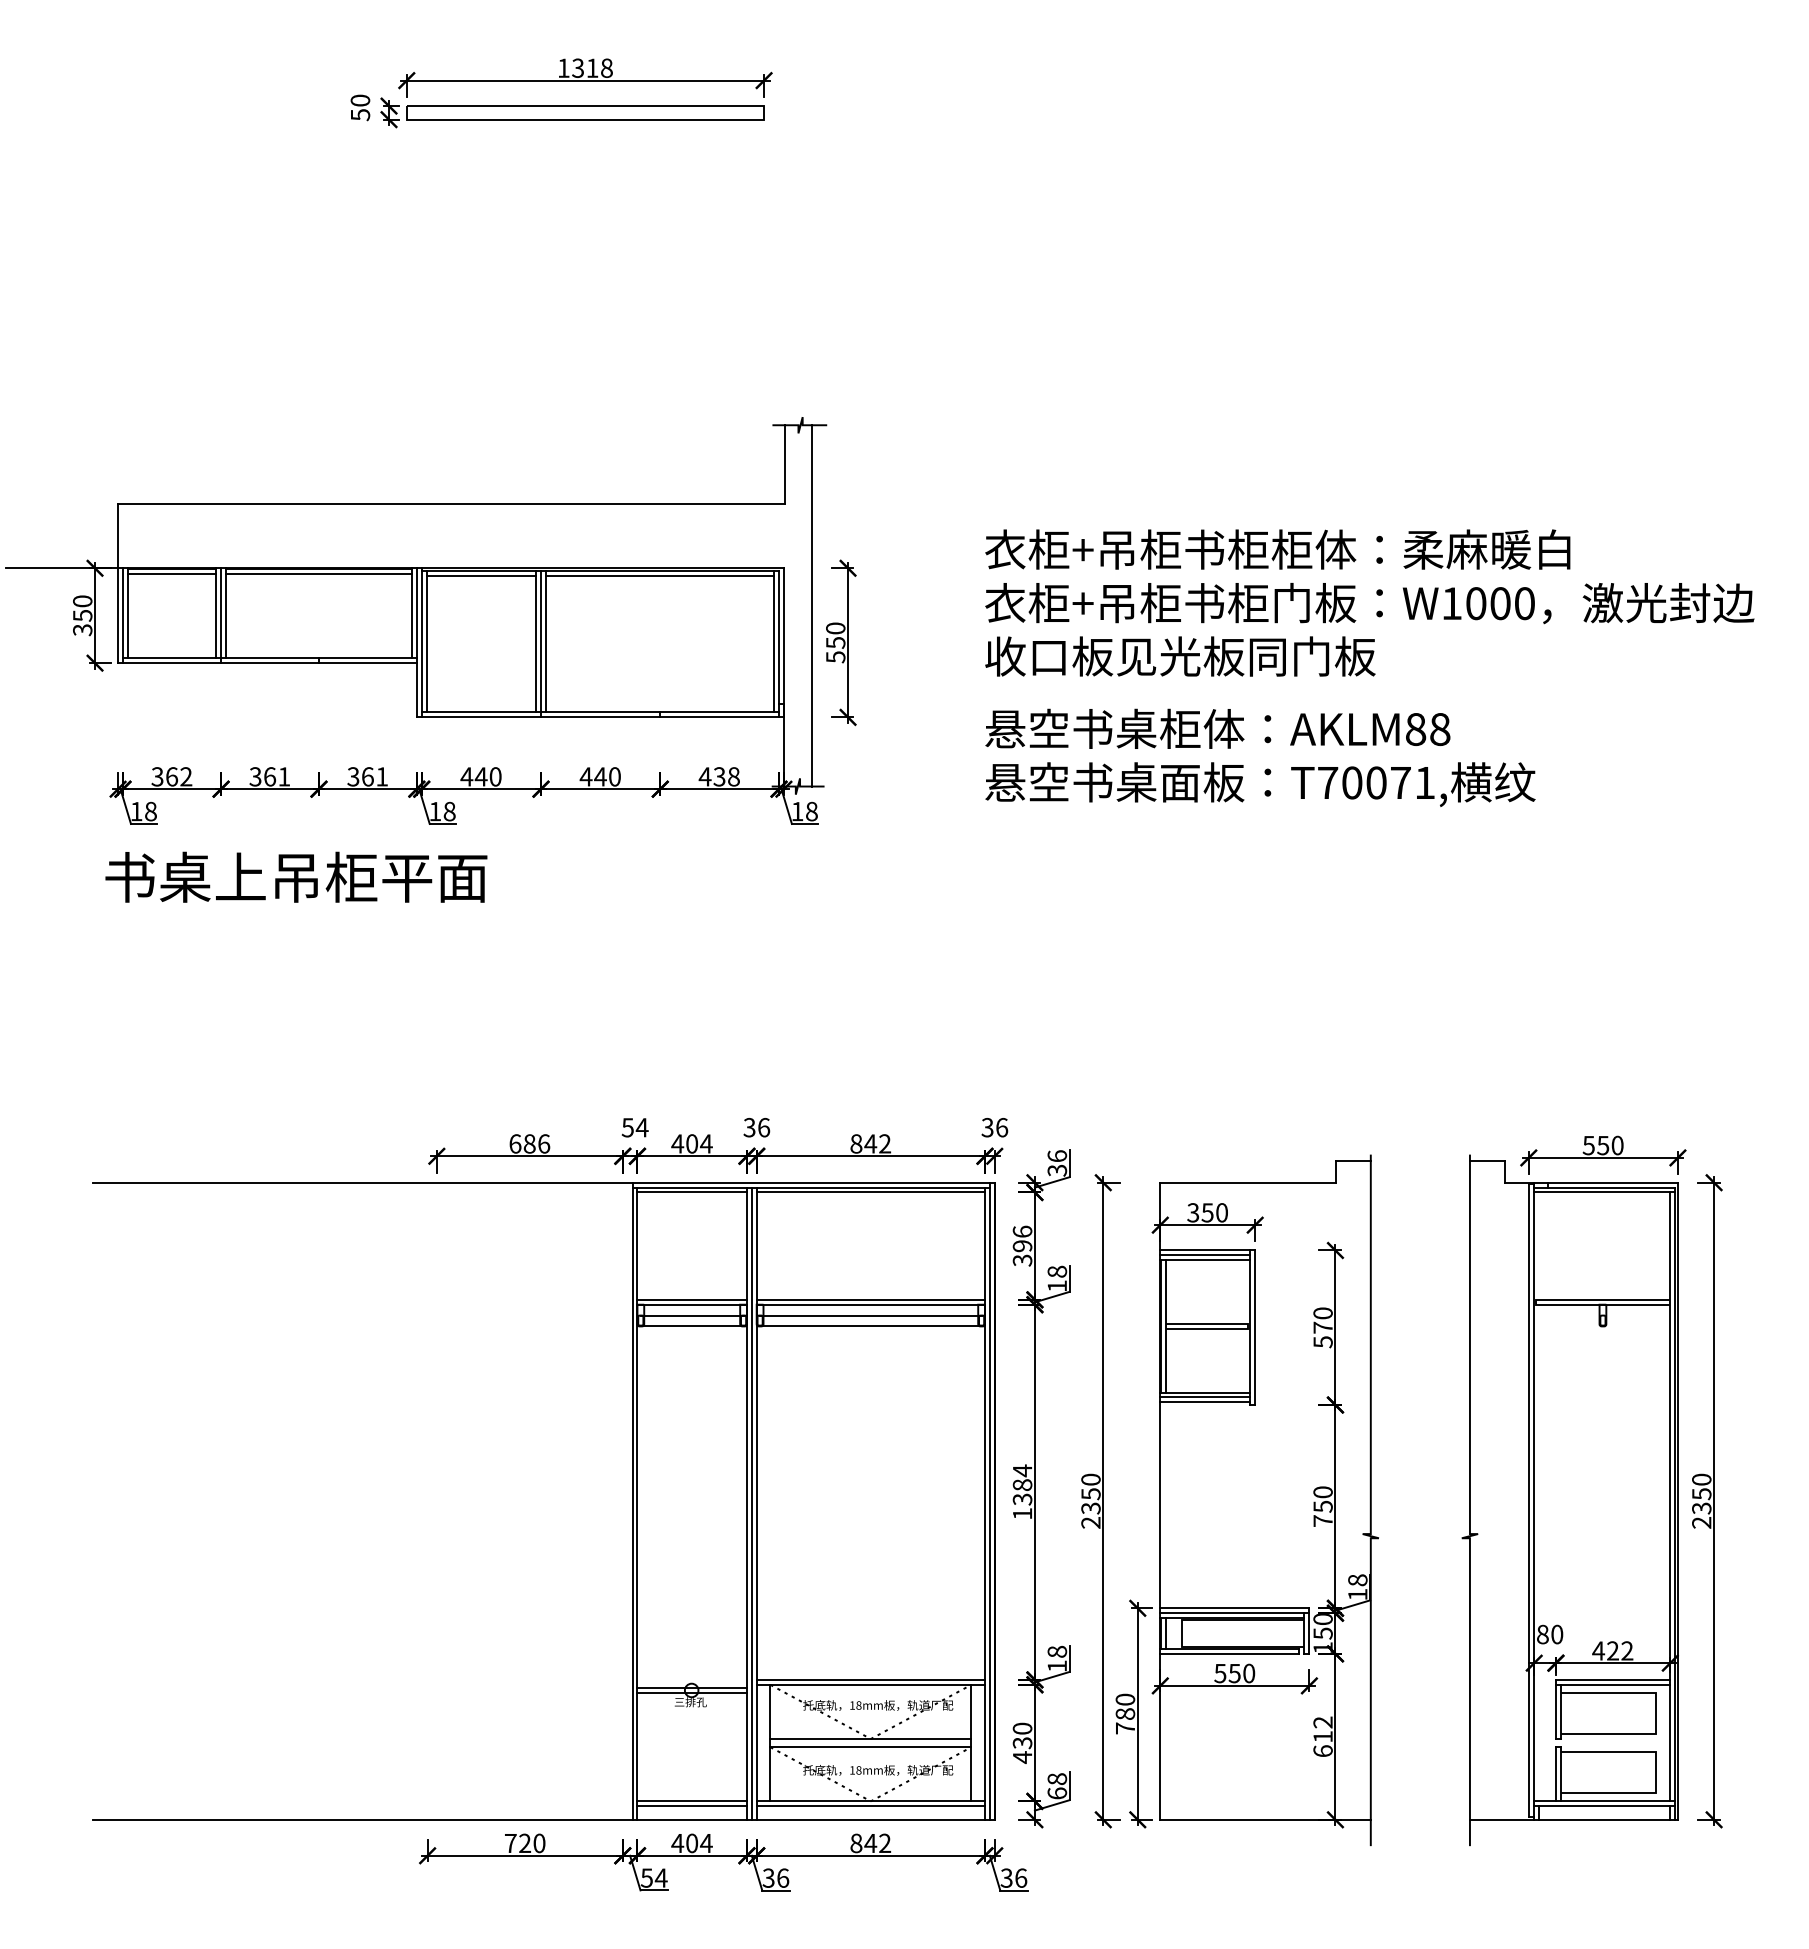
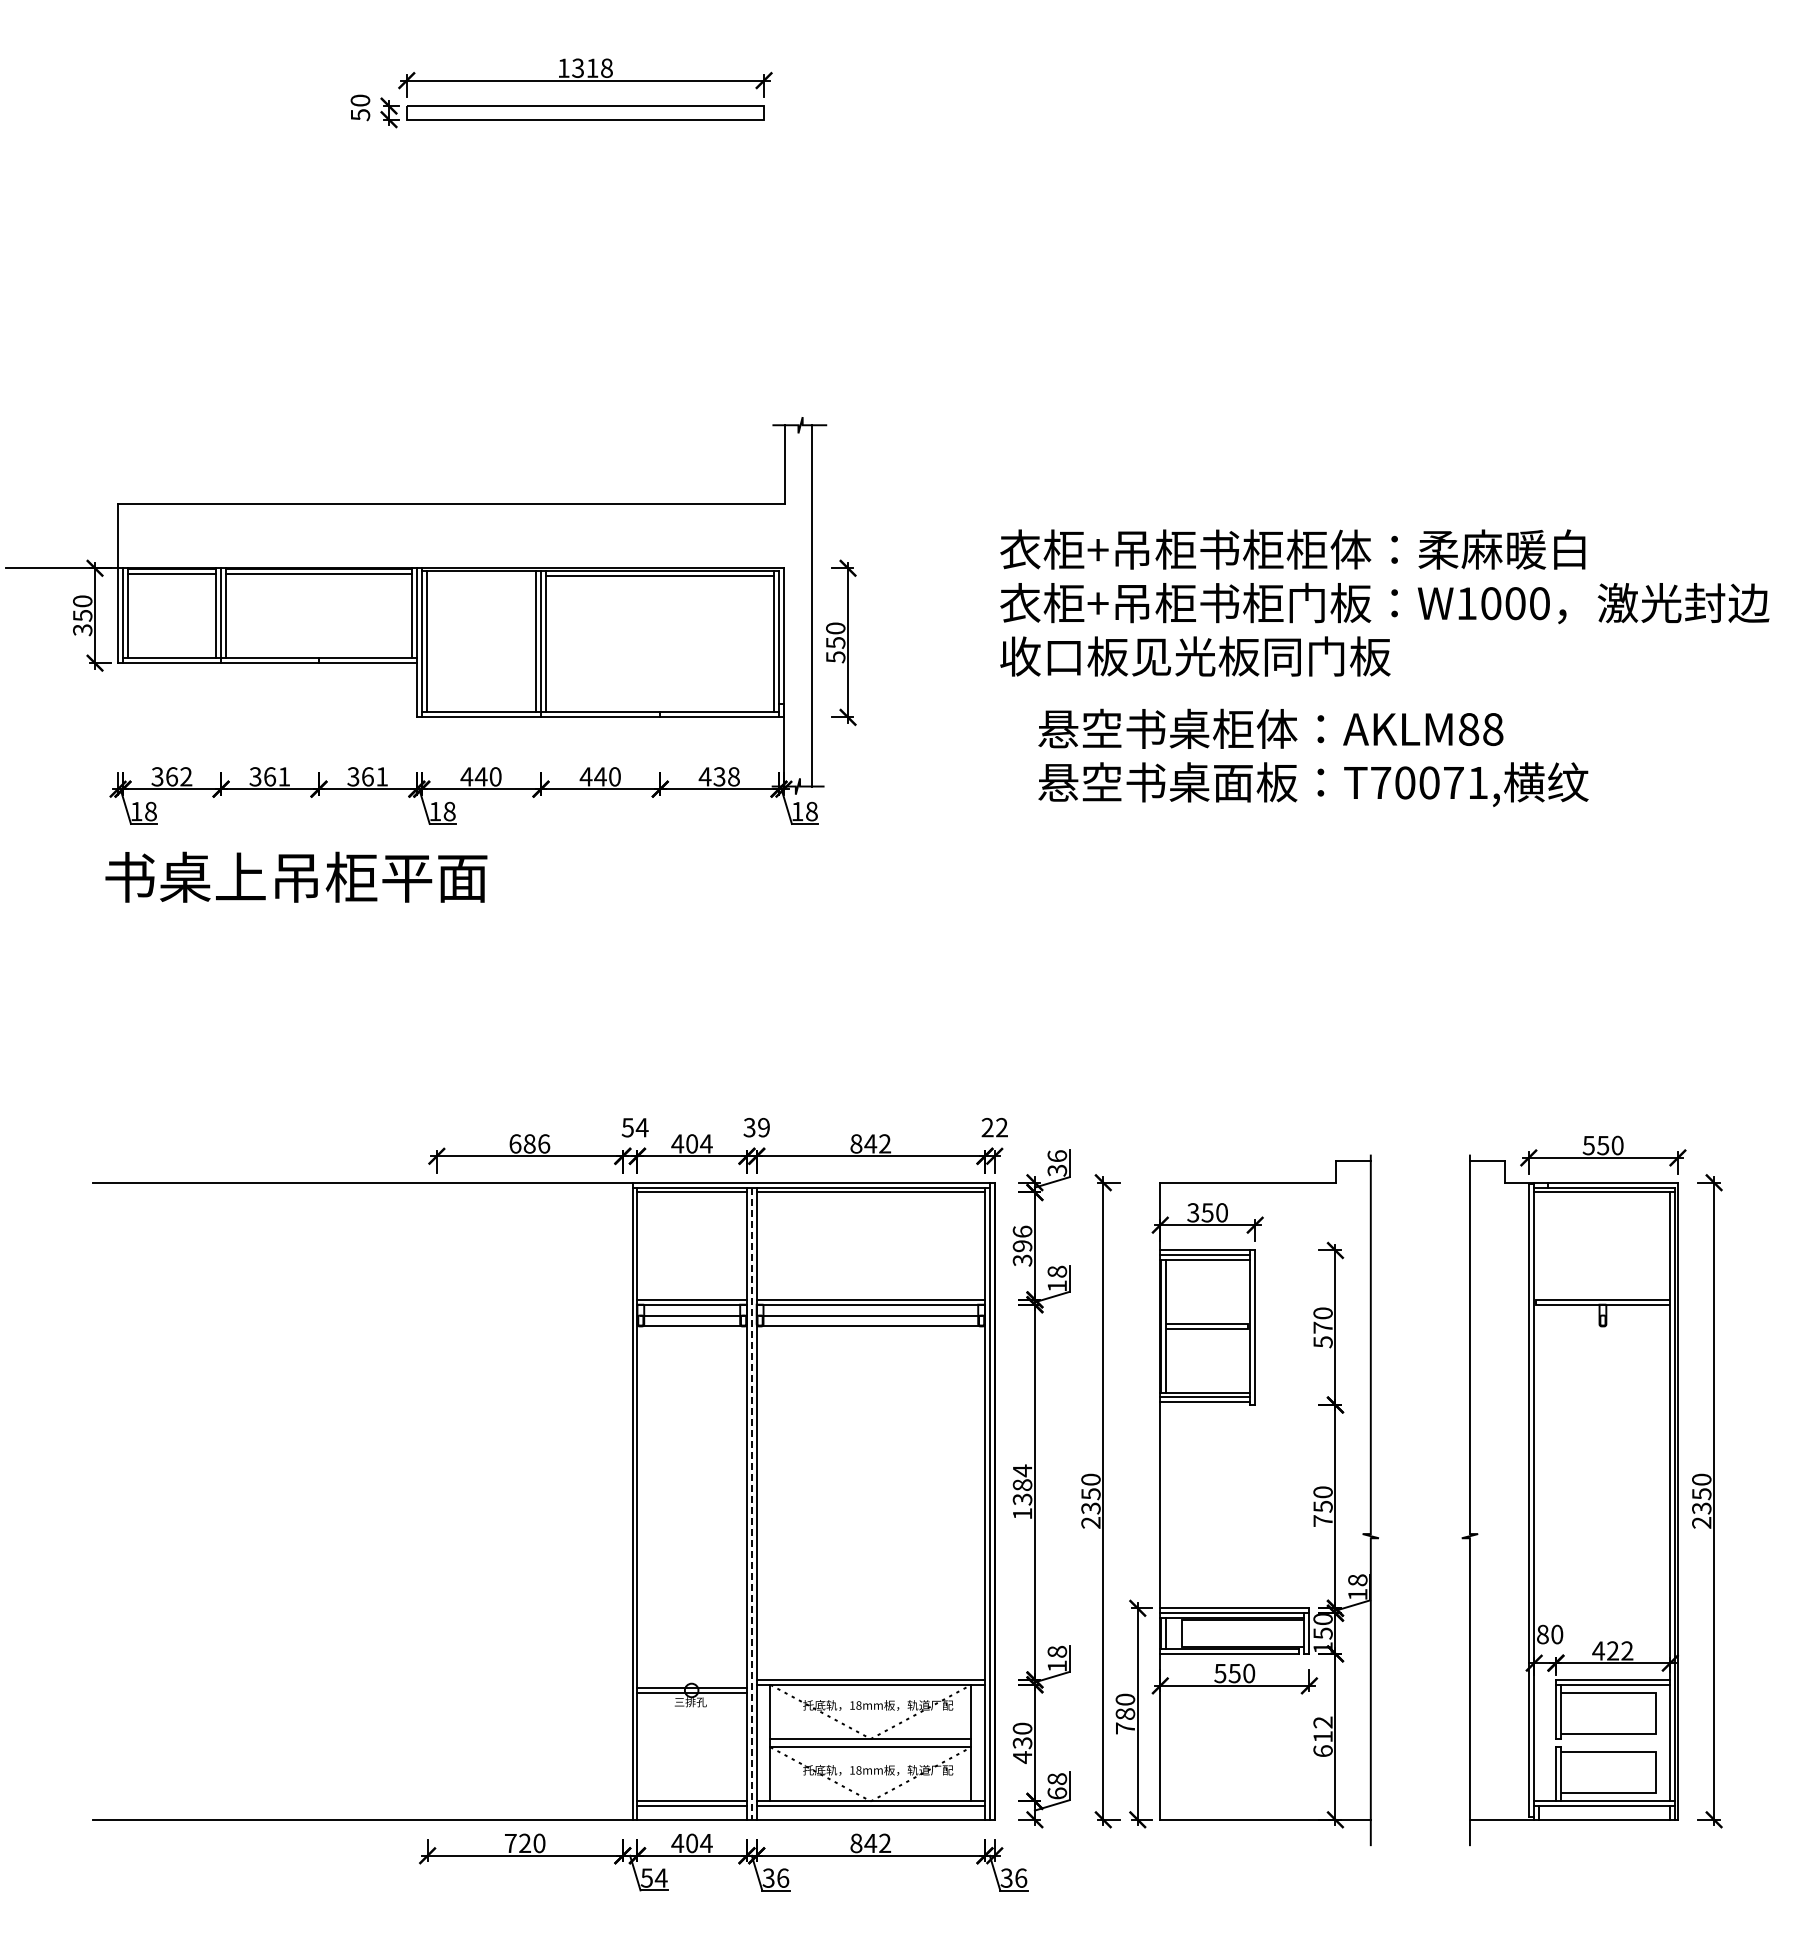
line at (481, 575): present -> none
text at (1369, 602) position: (1369, 602) -> (1384, 602)
text at (1260, 757) position: (1260, 757) -> (1313, 757)
text at (764, 1127): 36 -> 39
text at (994, 1127): 36 -> 22
line at (751, 1504): solid -> dashed
